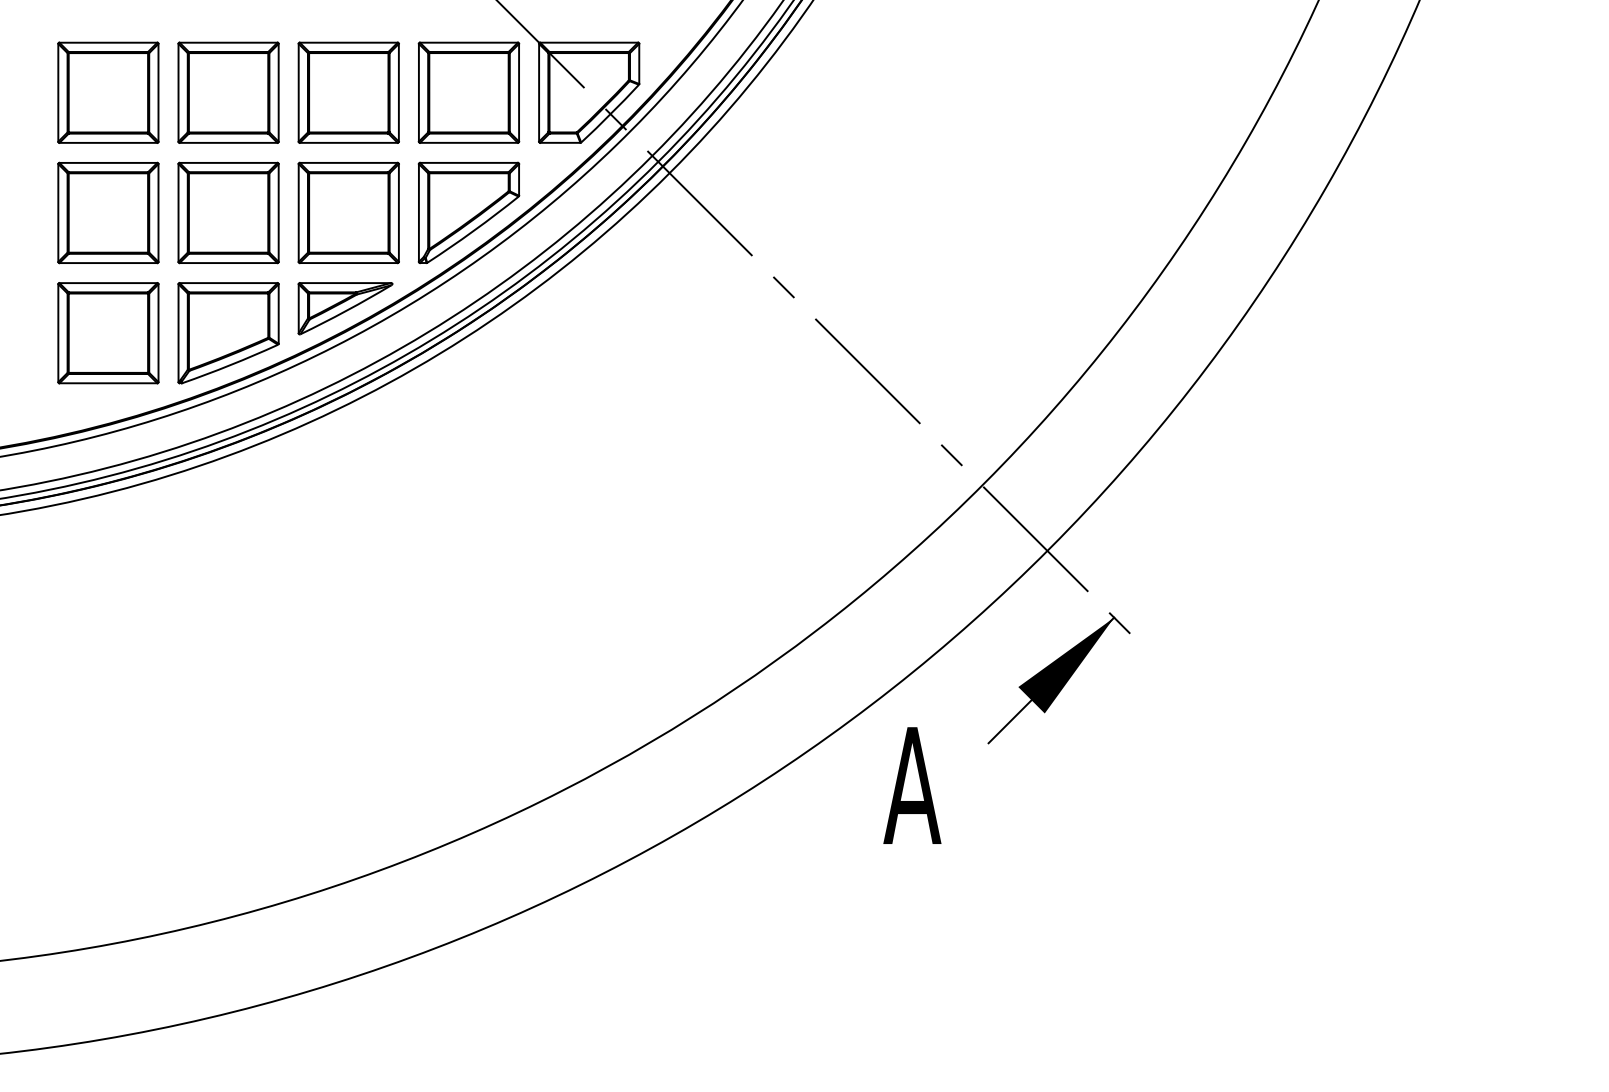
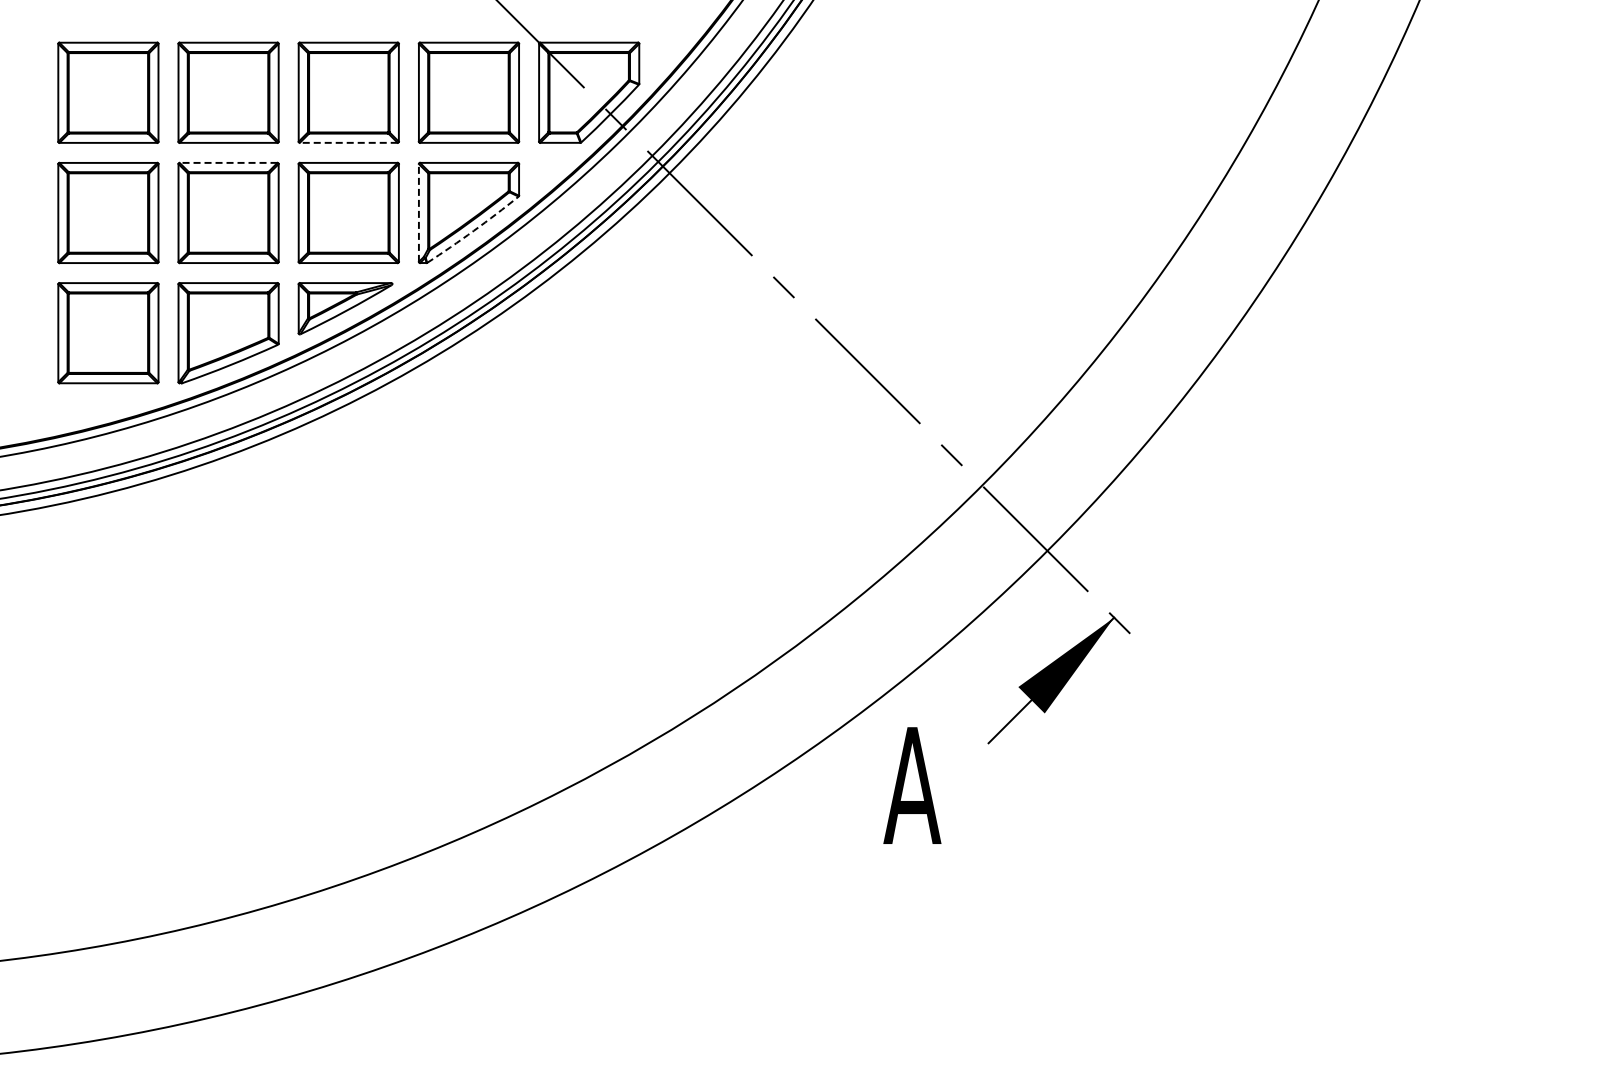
line at (348, 142): solid -> dashed
line at (228, 162): solid -> dashed
line at (418, 212): solid -> dashed
arc at (473, 230): solid -> dashed
